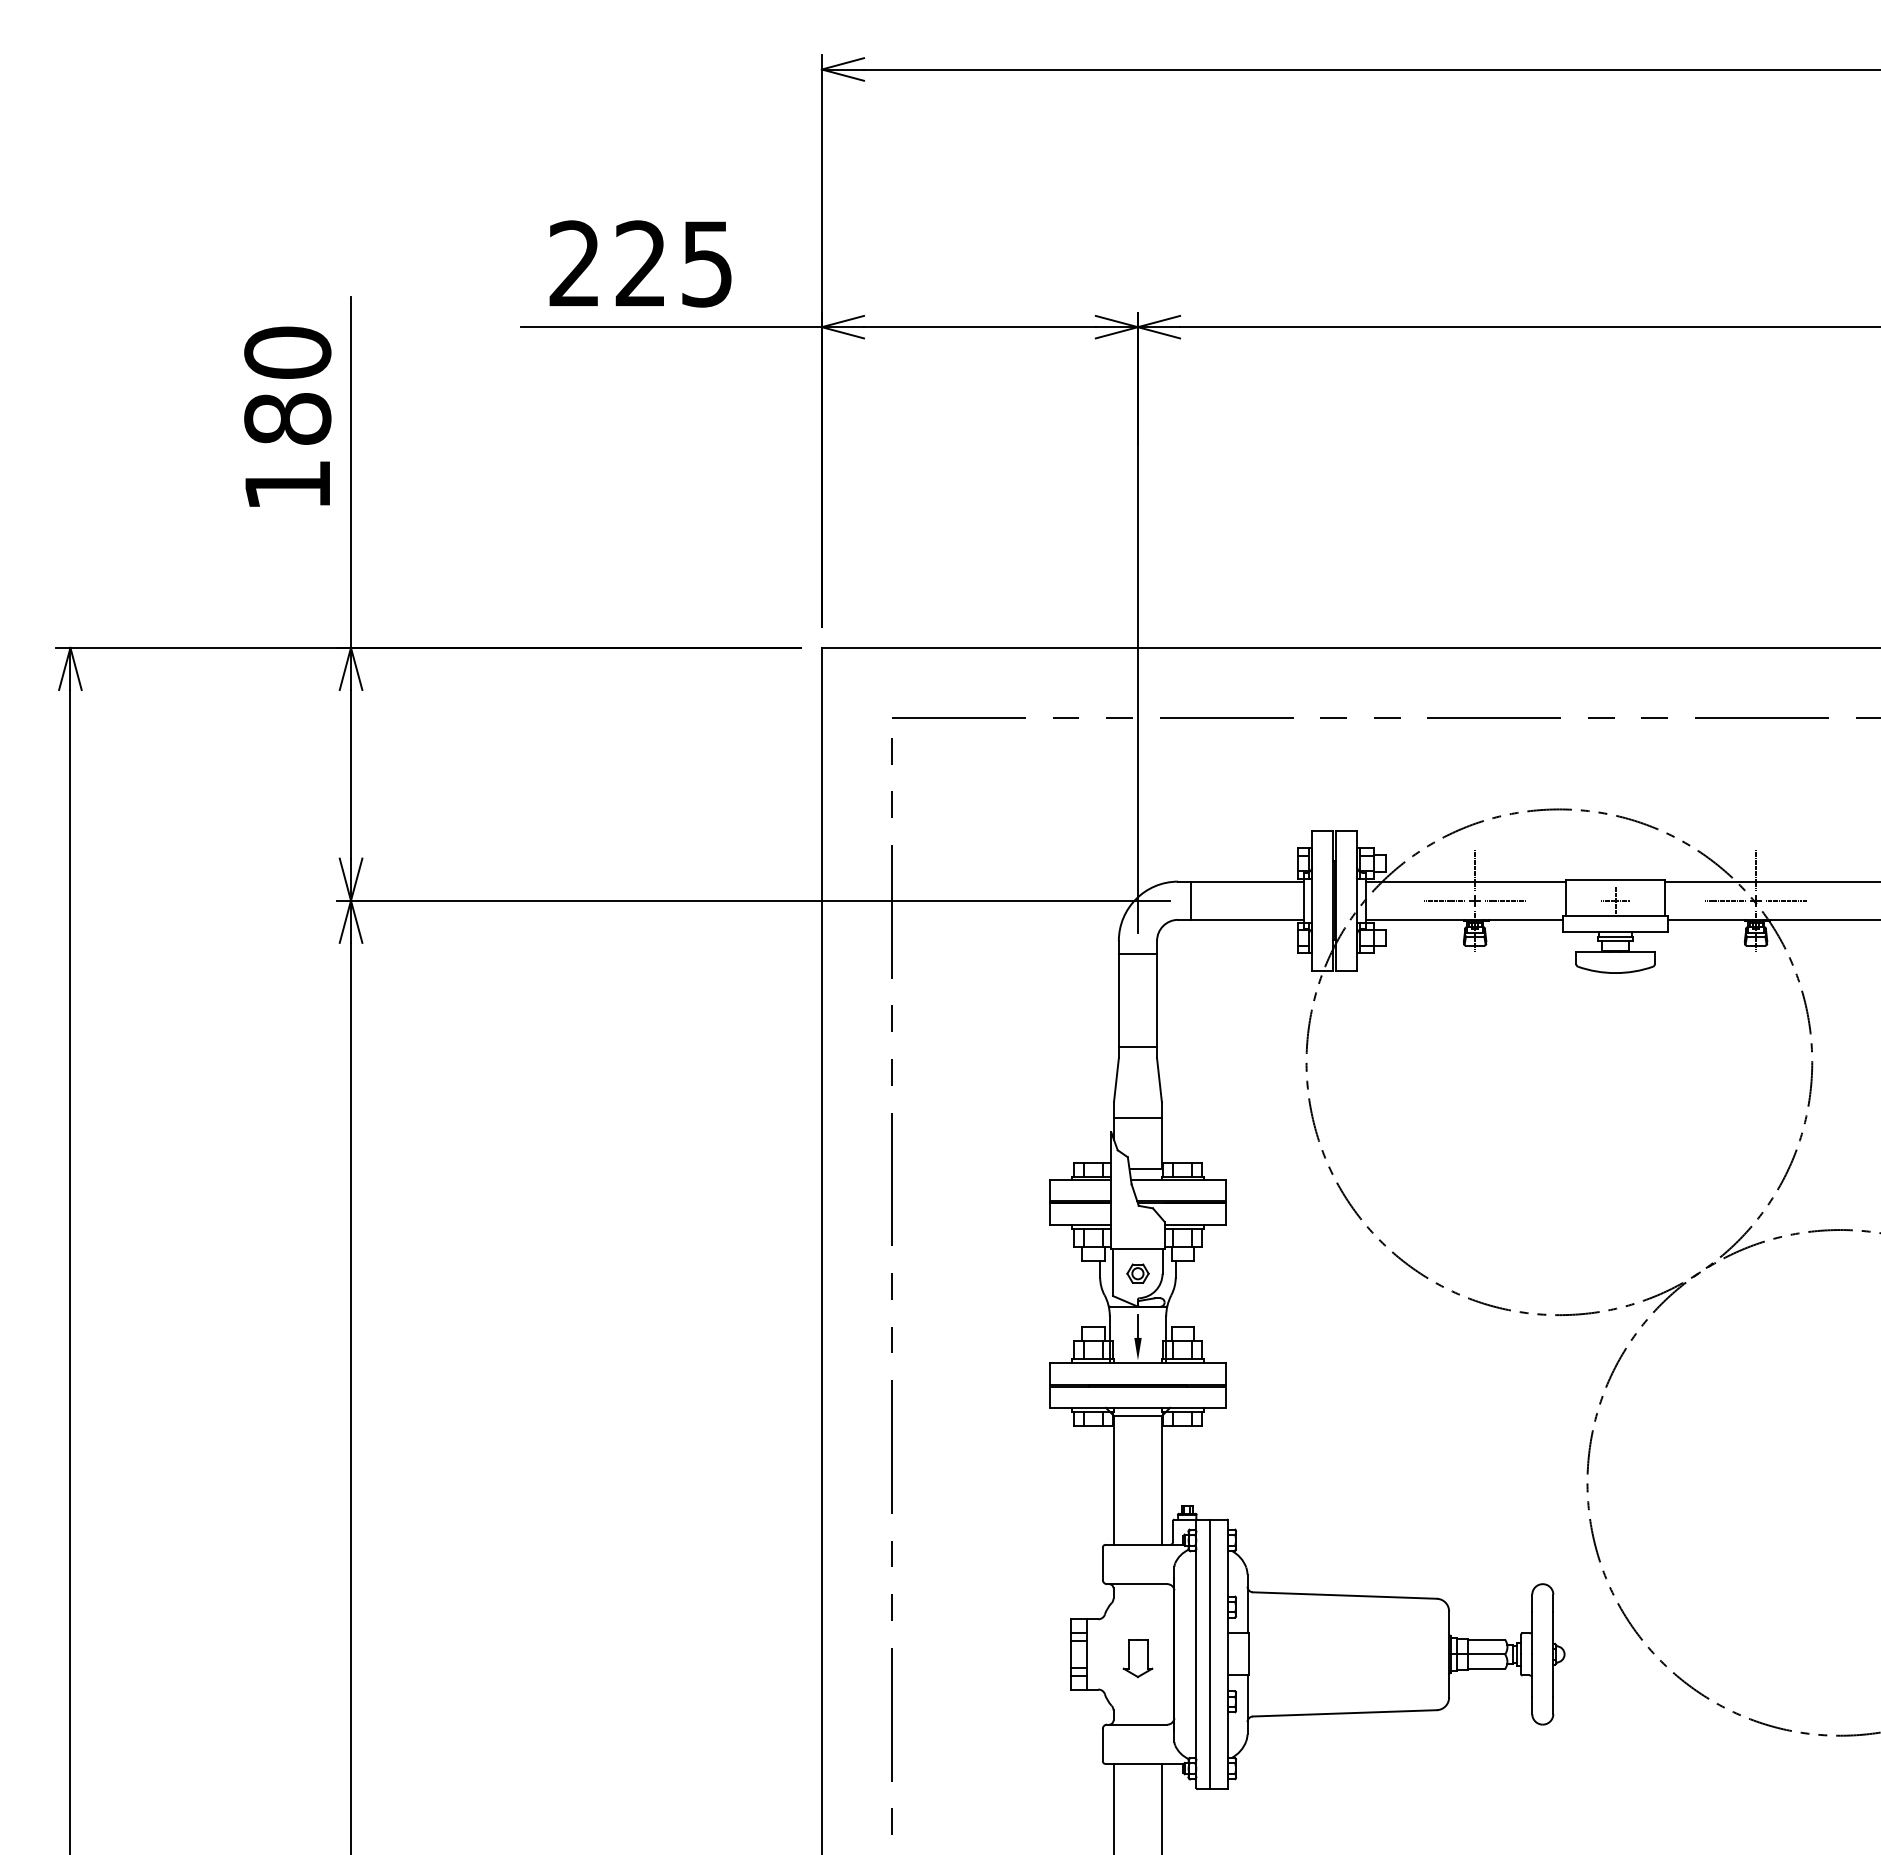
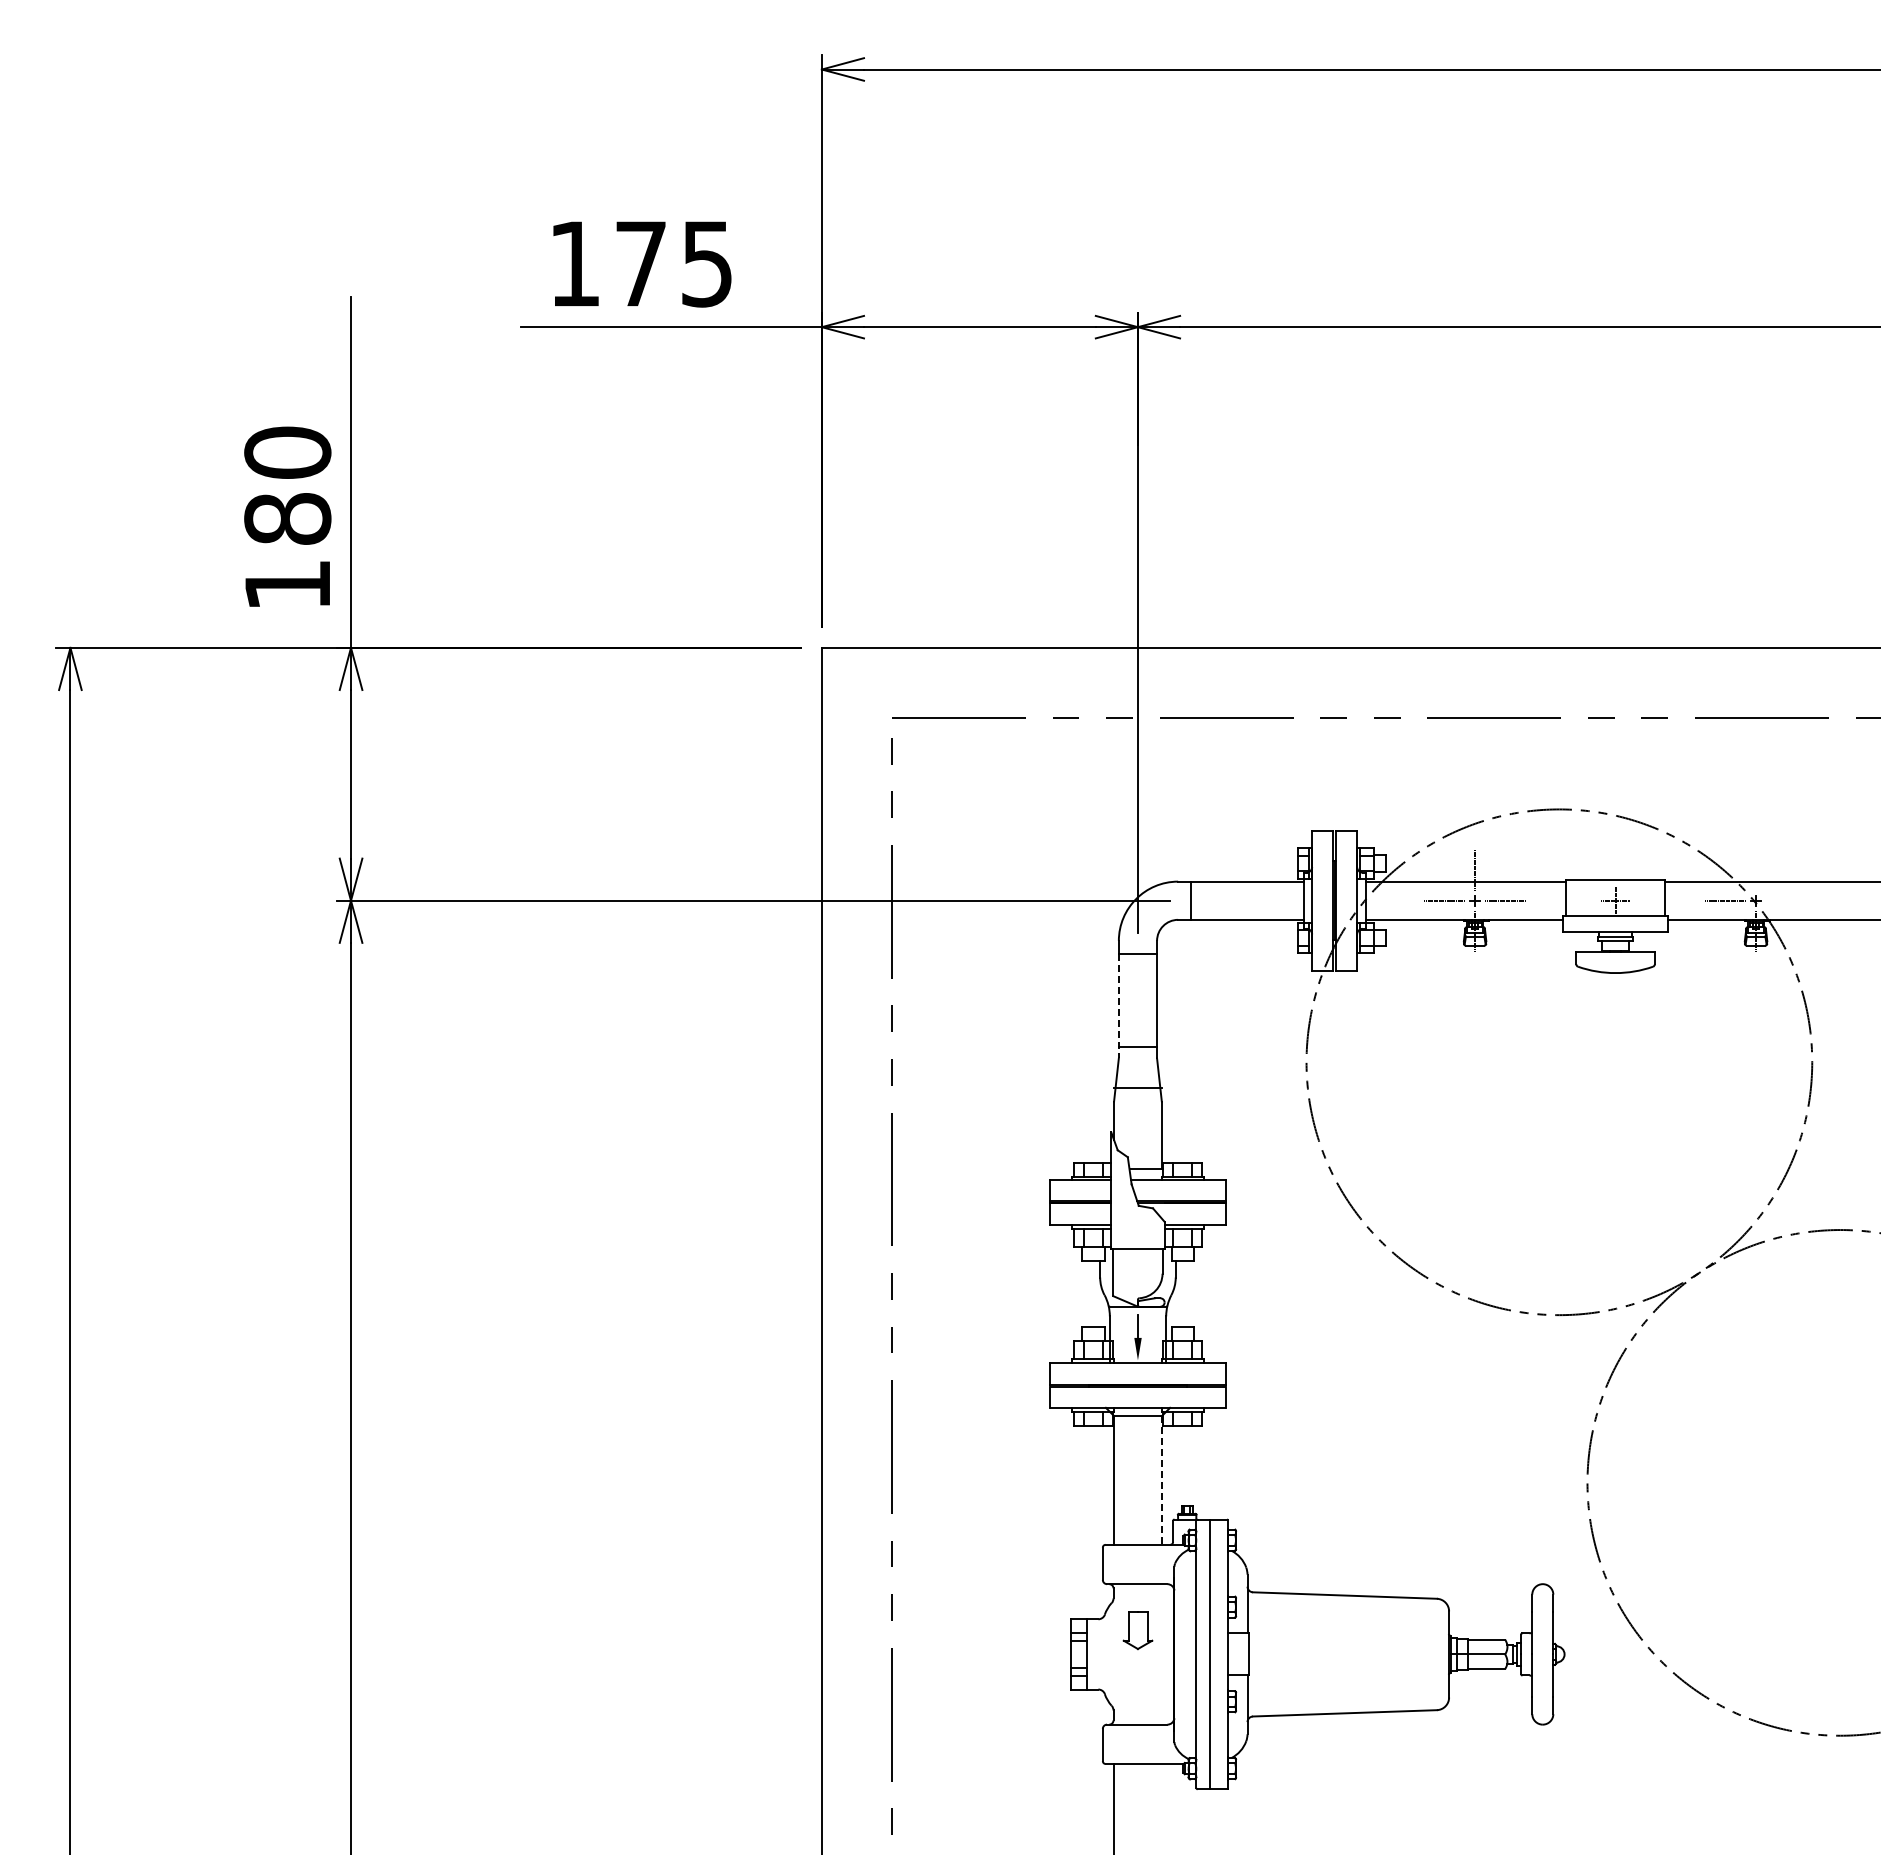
text at (607, 263): 225 -> 175
text at (287, 416) position: (287, 416) -> (287, 516)
line at (1756, 870): present -> none
line at (1786, 900): present -> none
line at (1118, 1006): solid -> dashed
line at (1137, 1118) position: (1137, 1118) -> (1137, 1088)
part at (1137, 1273): present -> none
line at (1161, 1481): solid -> dashed
part at (1137, 1658) position: (1137, 1658) -> (1137, 1630)
line at (1161, 1807): present -> none
